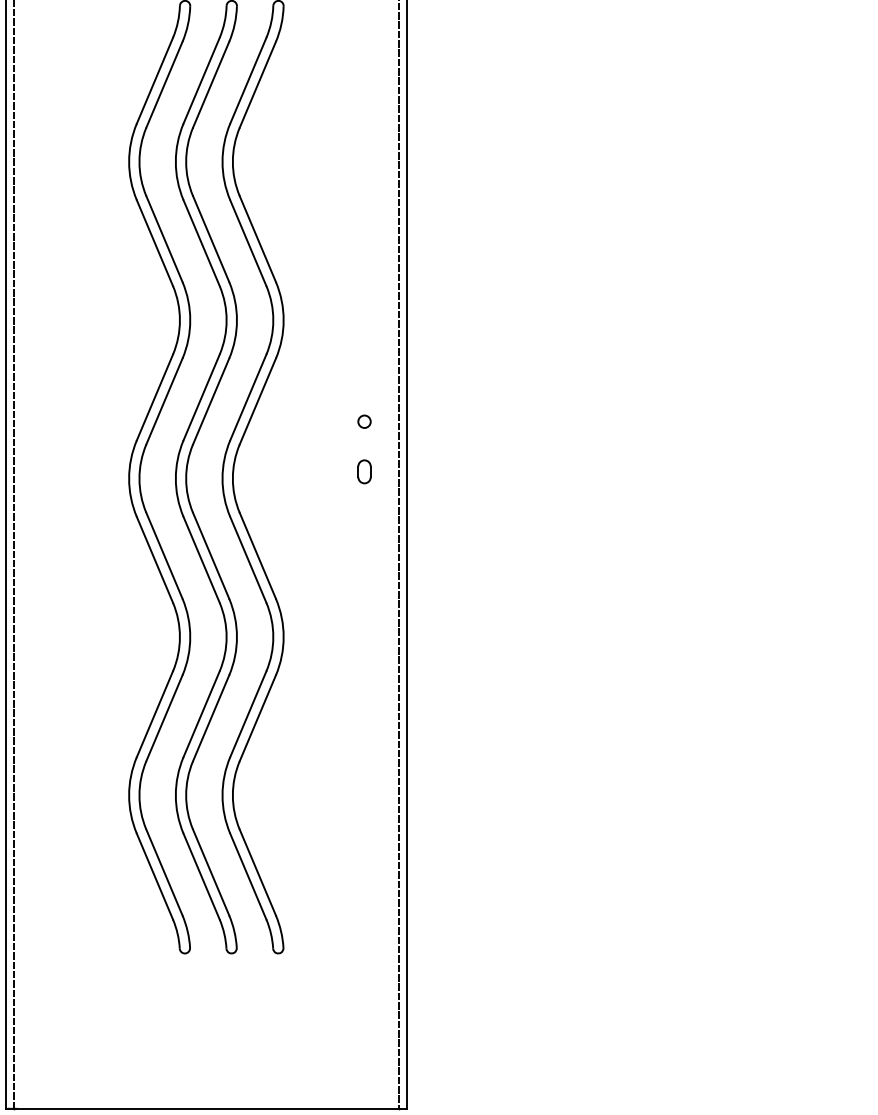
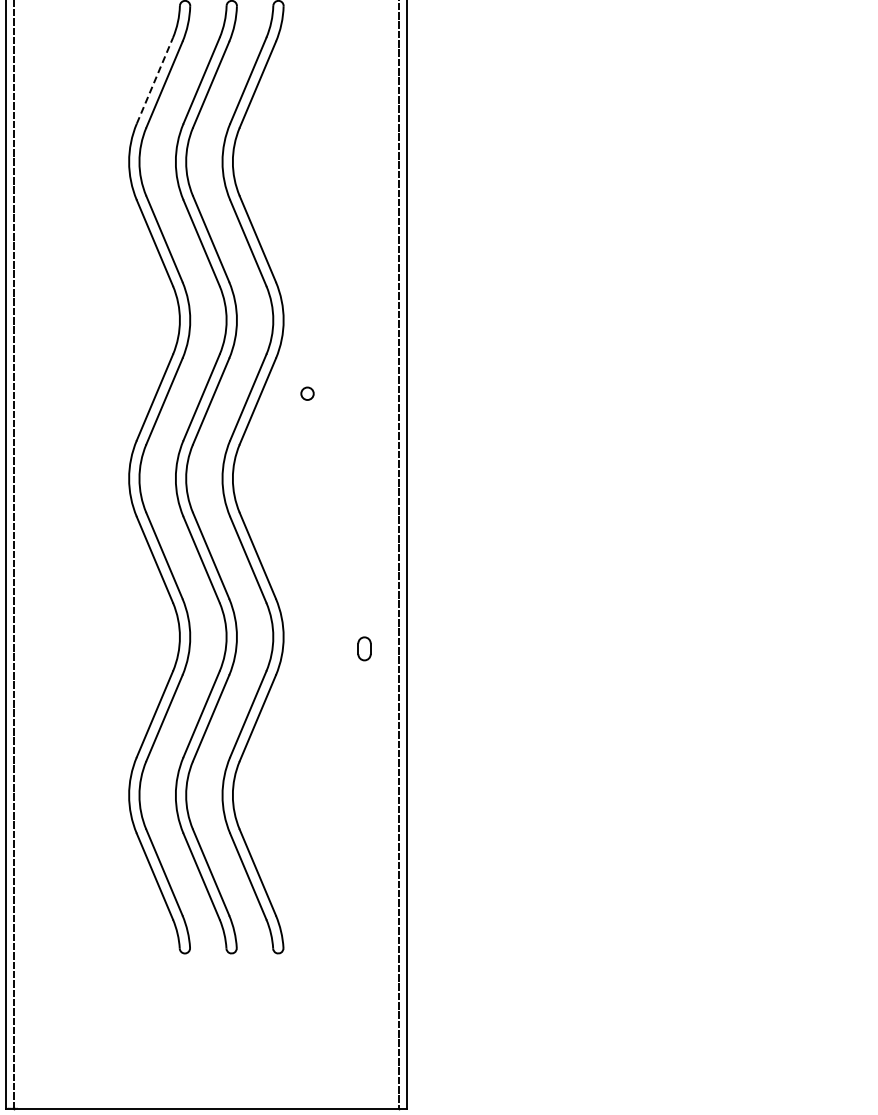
line at (154, 80): solid -> dashed
circle at (364, 421) position: (364, 421) -> (307, 393)
part at (364, 471) position: (364, 471) -> (364, 648)
